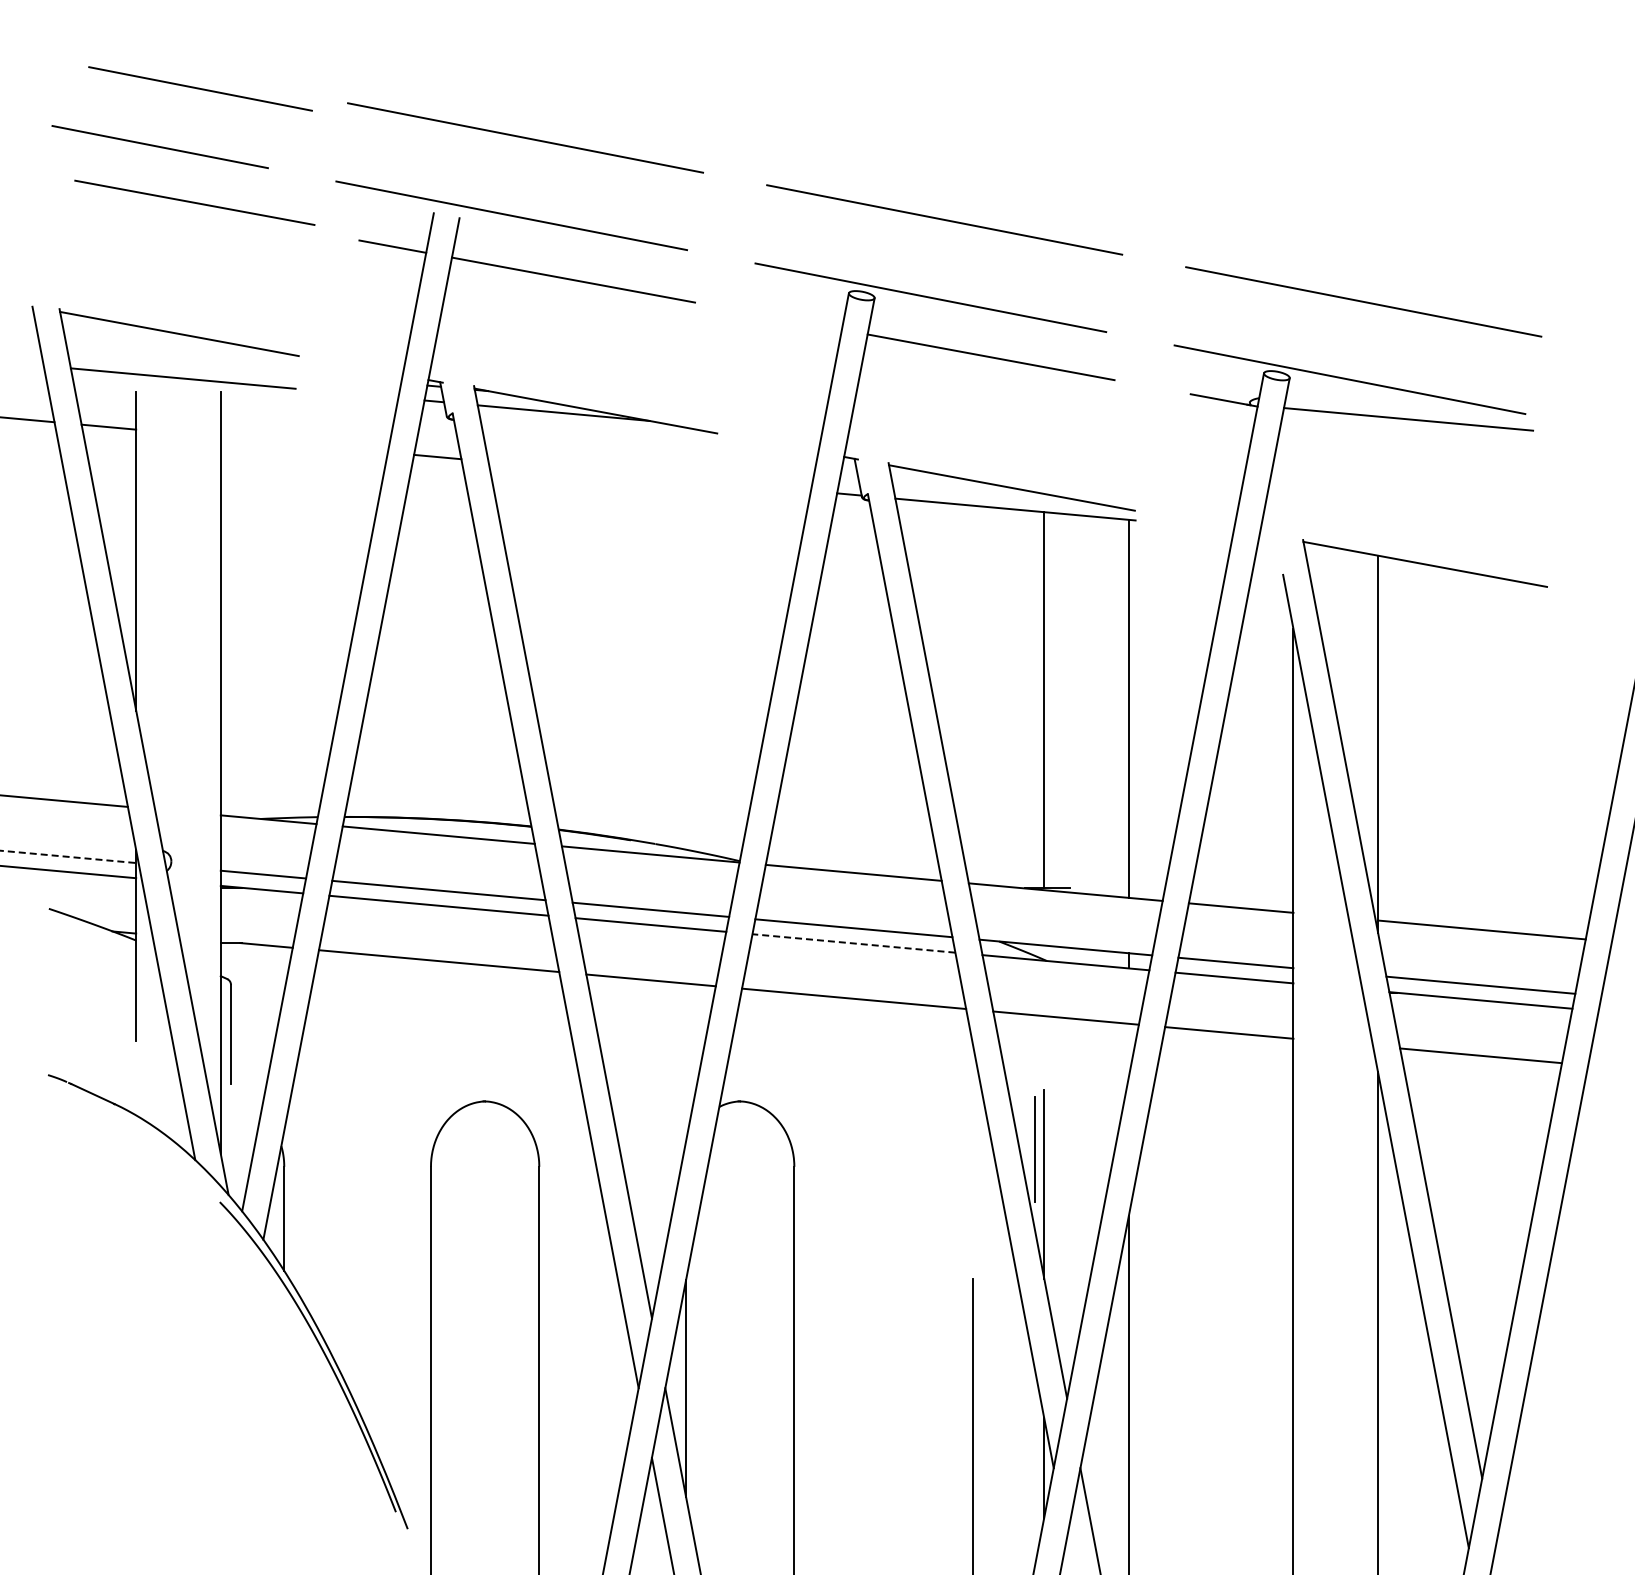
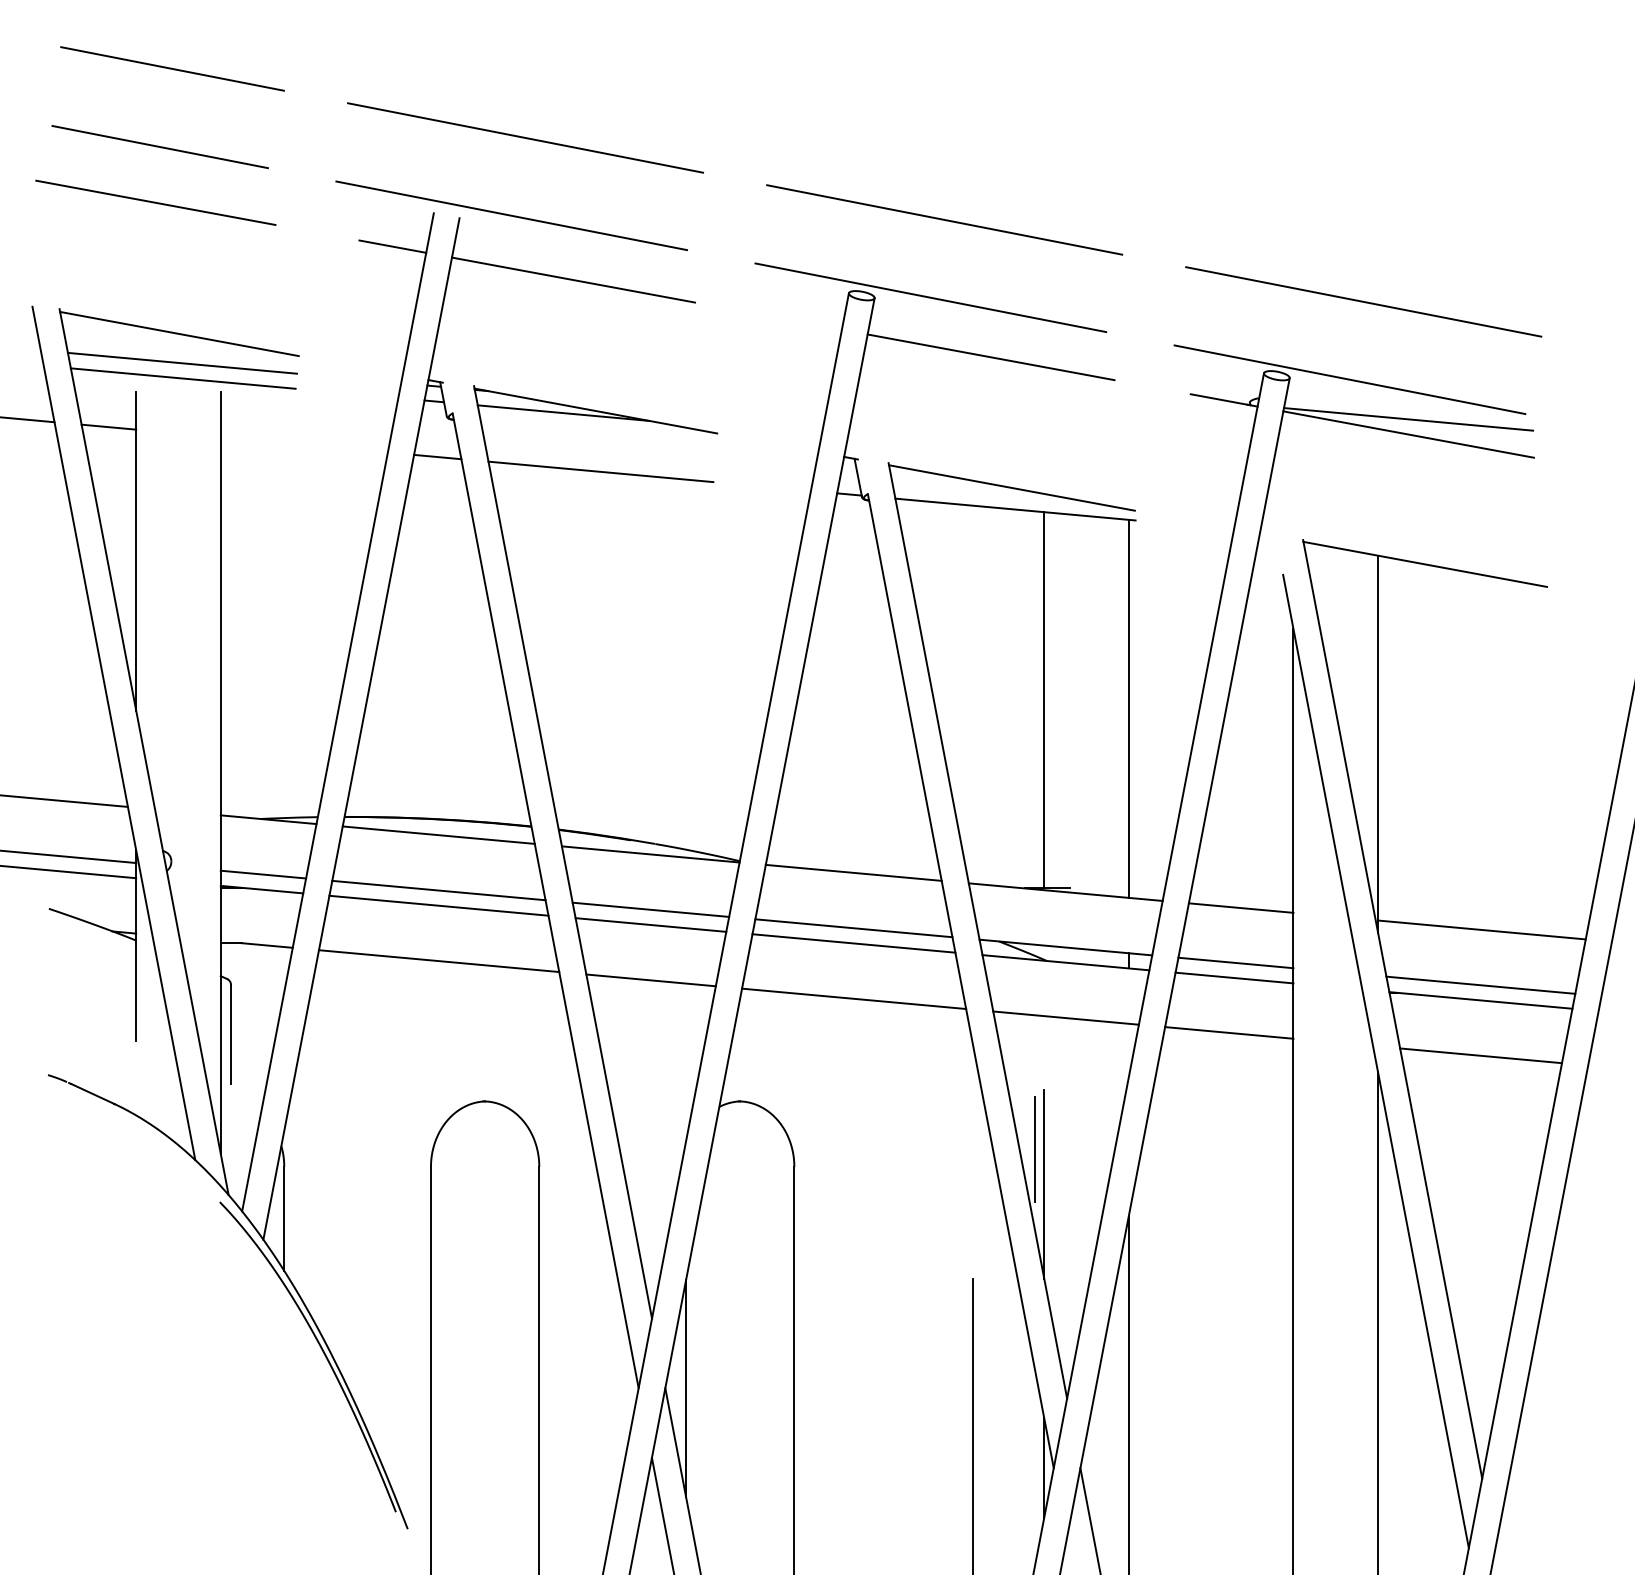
line at (200, 88) position: (200, 88) -> (172, 68)
line at (194, 202) position: (194, 202) -> (155, 202)
line at (181, 362): none -> present
line at (1408, 434): none -> present
line at (600, 471): none -> present
line at (68, 856): dashed -> solid
line at (853, 943): dashed -> solid
